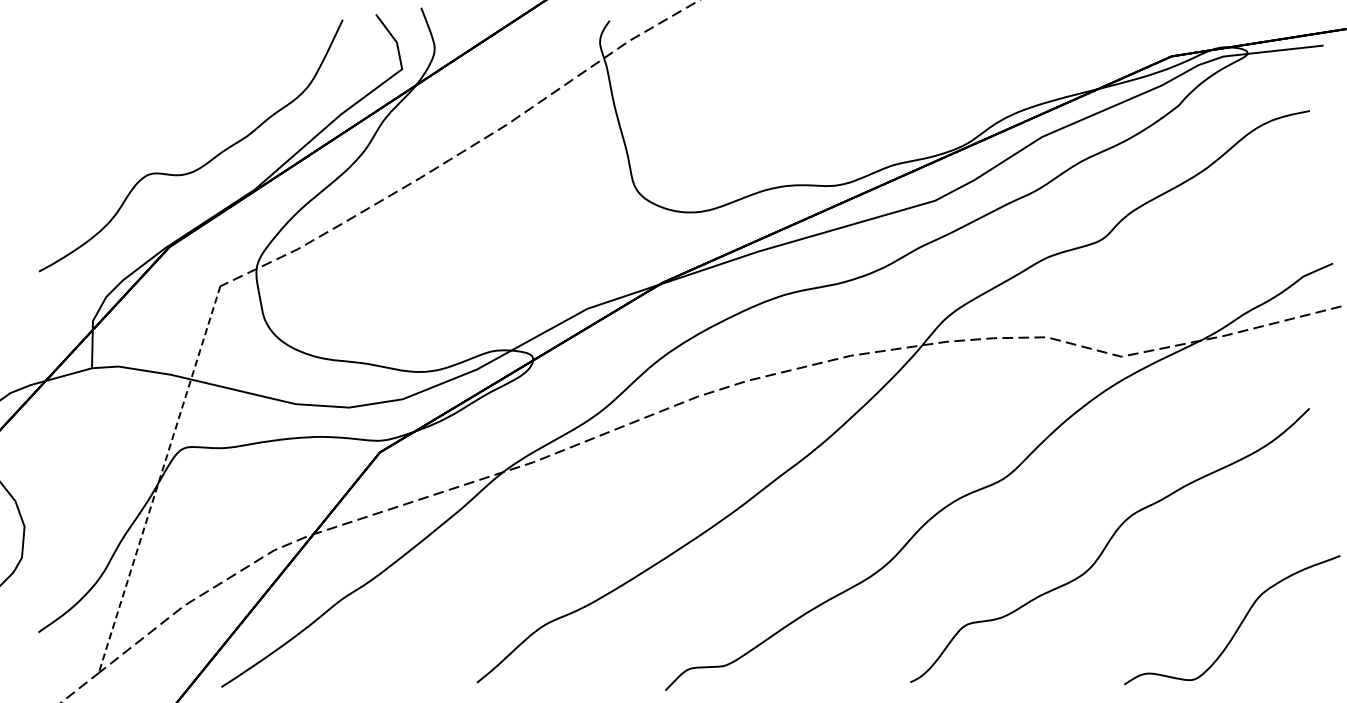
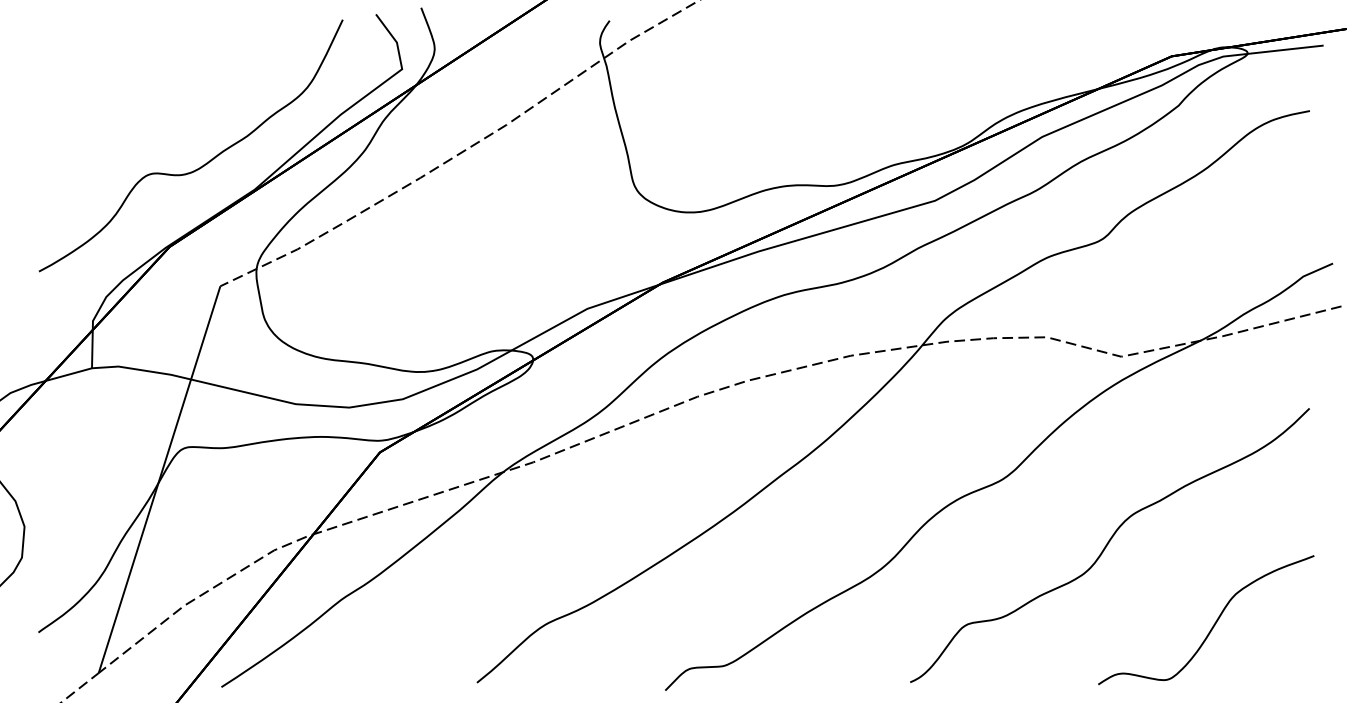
line at (159, 479): dashed -> solid
part at (1239, 624) position: (1239, 624) -> (1213, 624)
